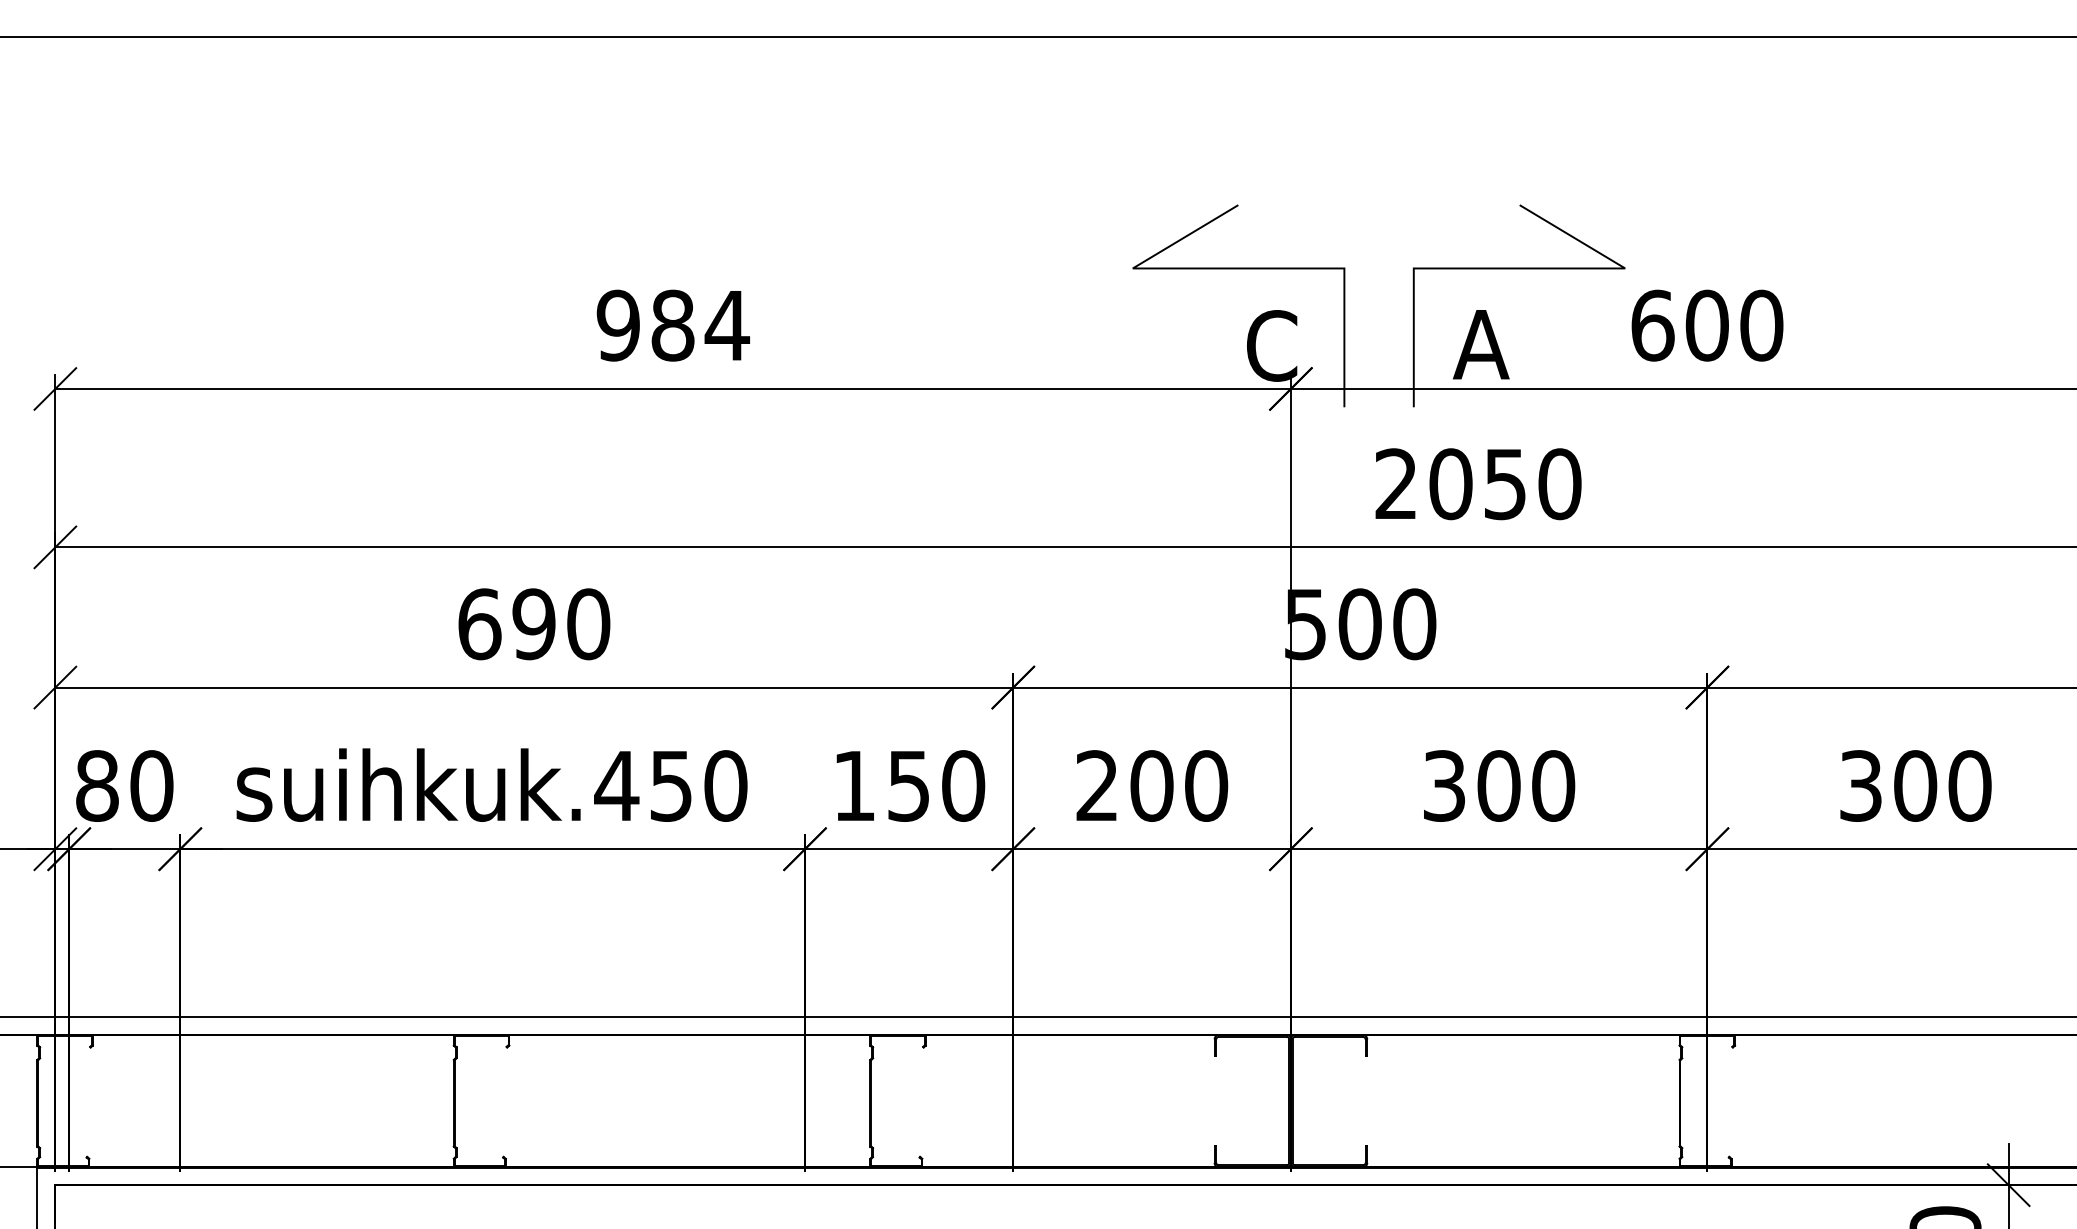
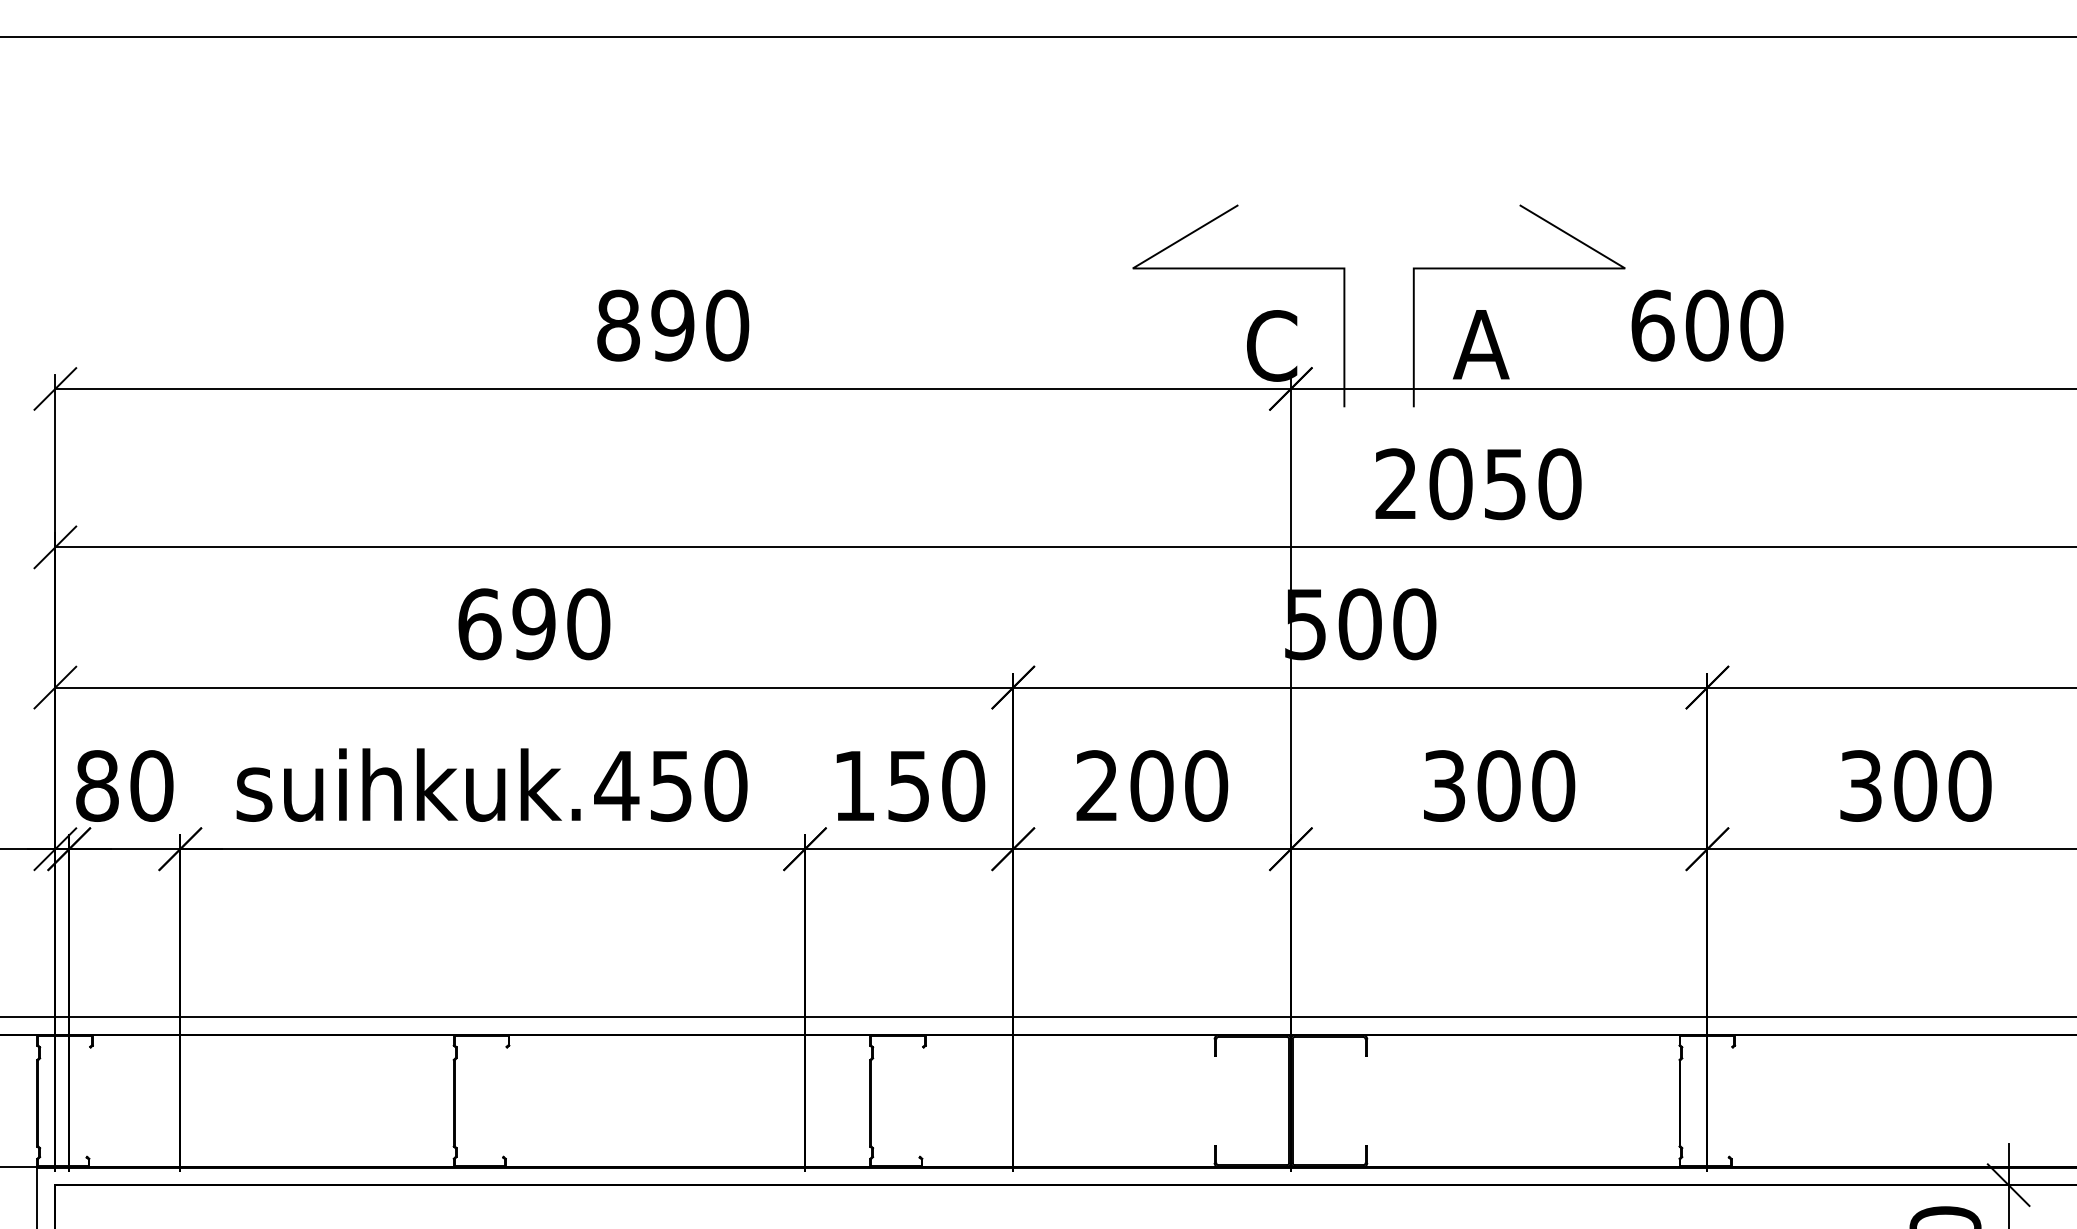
text at (673, 325): 984 -> 890
